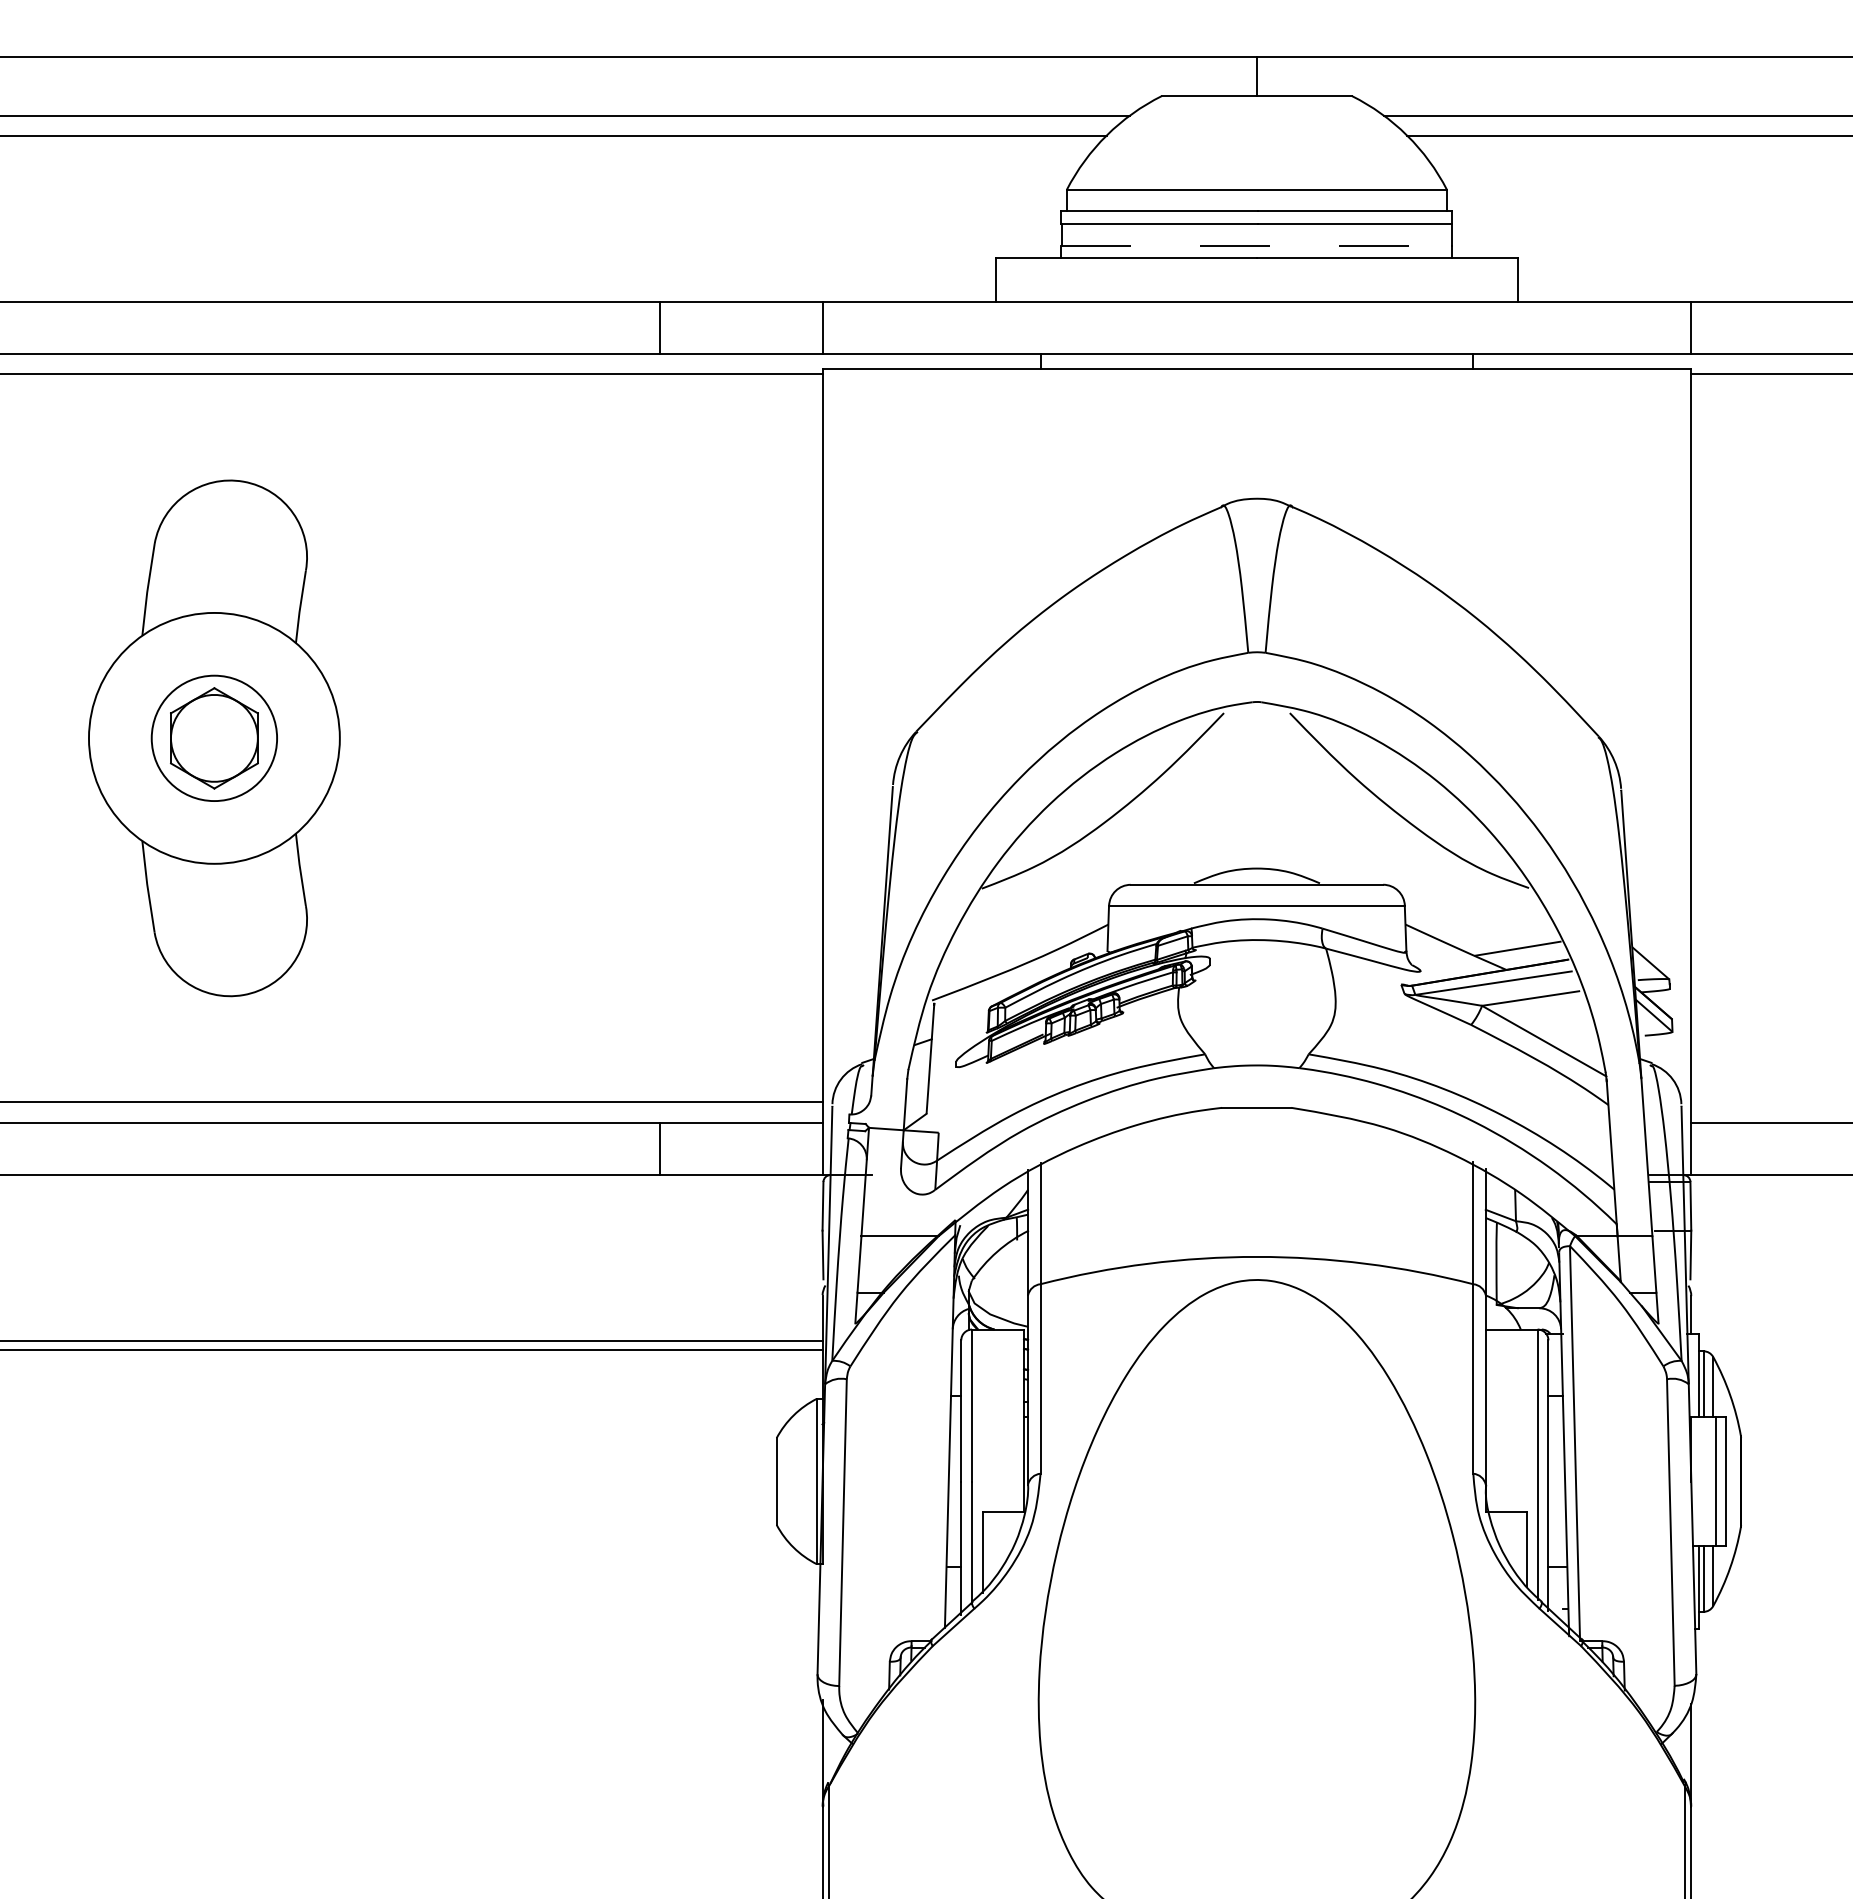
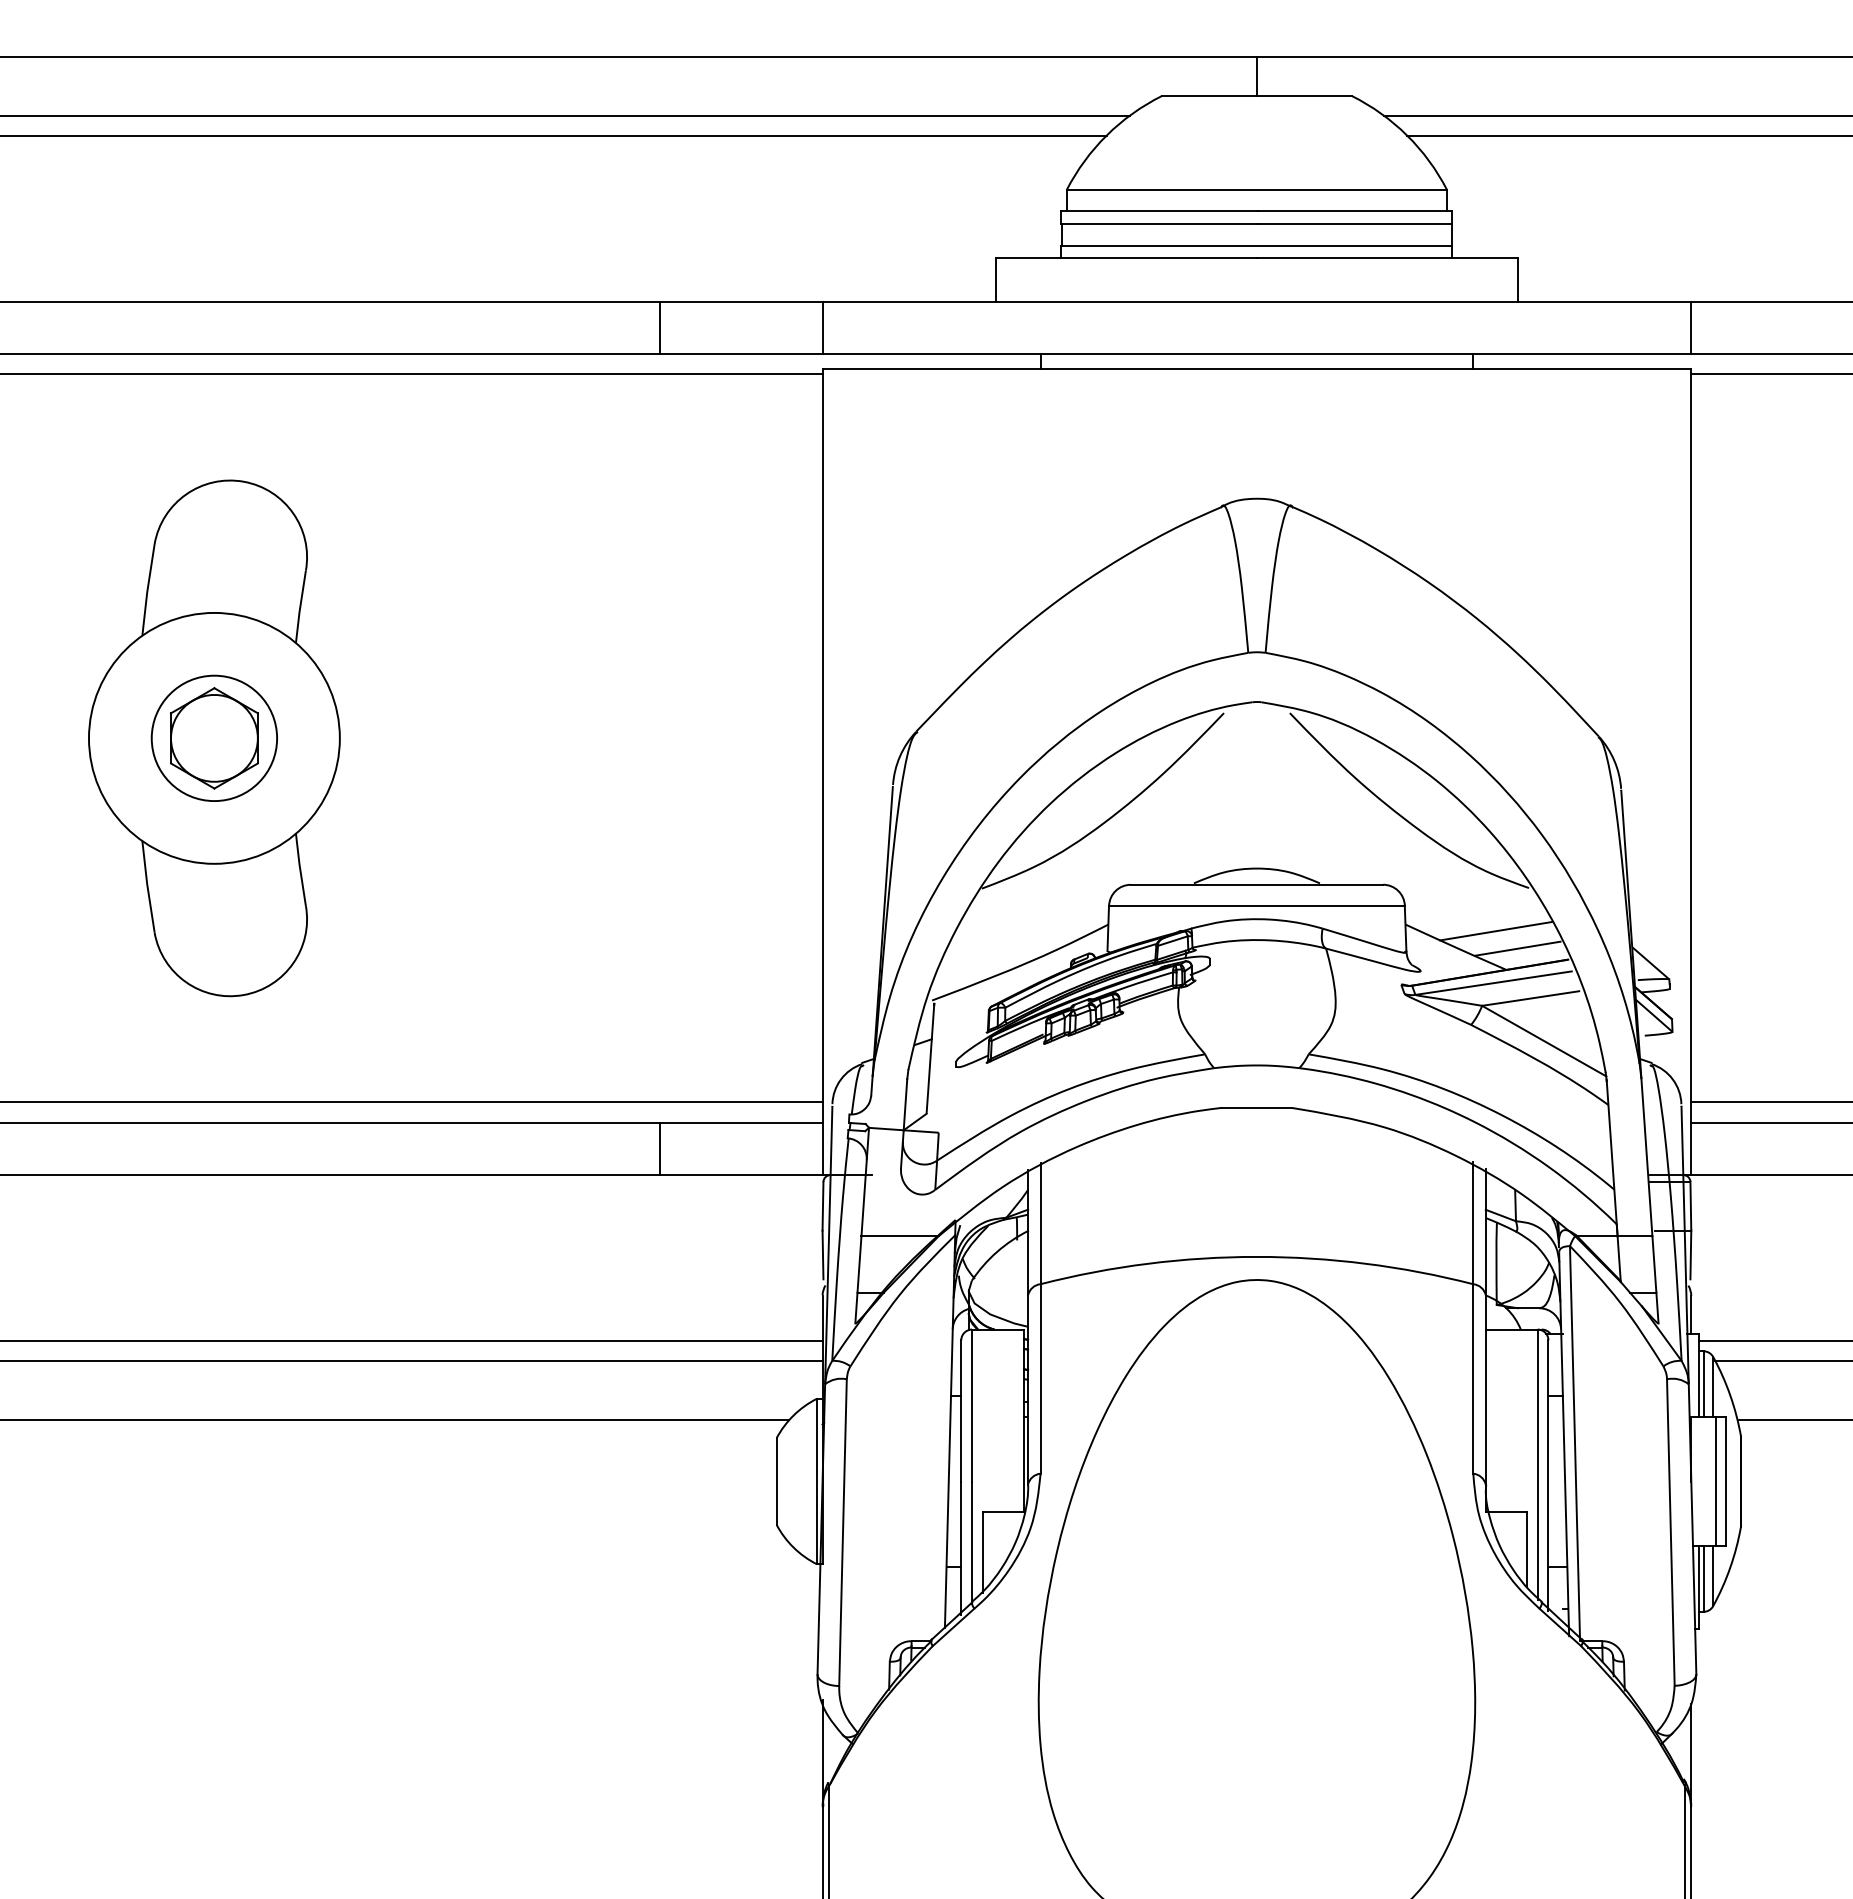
line at (1257, 245): dashed -> solid
line at (1496, 930): none -> present
line at (1770, 1102): none -> present
line at (1774, 1341): none -> present
line at (412, 1350) position: (412, 1350) -> (412, 1361)
line at (1782, 1361): none -> present
line at (395, 1419): none -> present
line at (1793, 1419): none -> present
